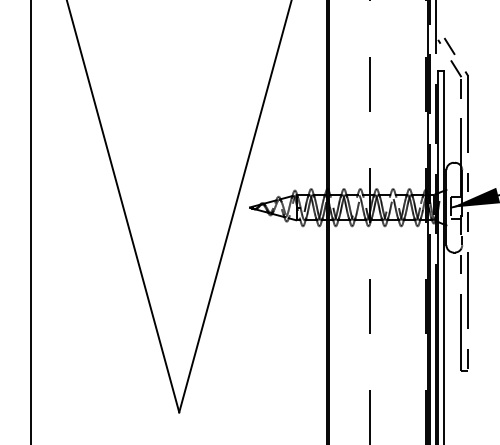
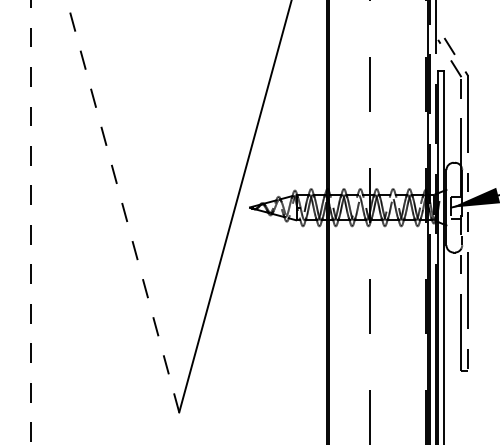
line at (122, 206): solid -> dashed
line at (31, 222): solid -> dashed
